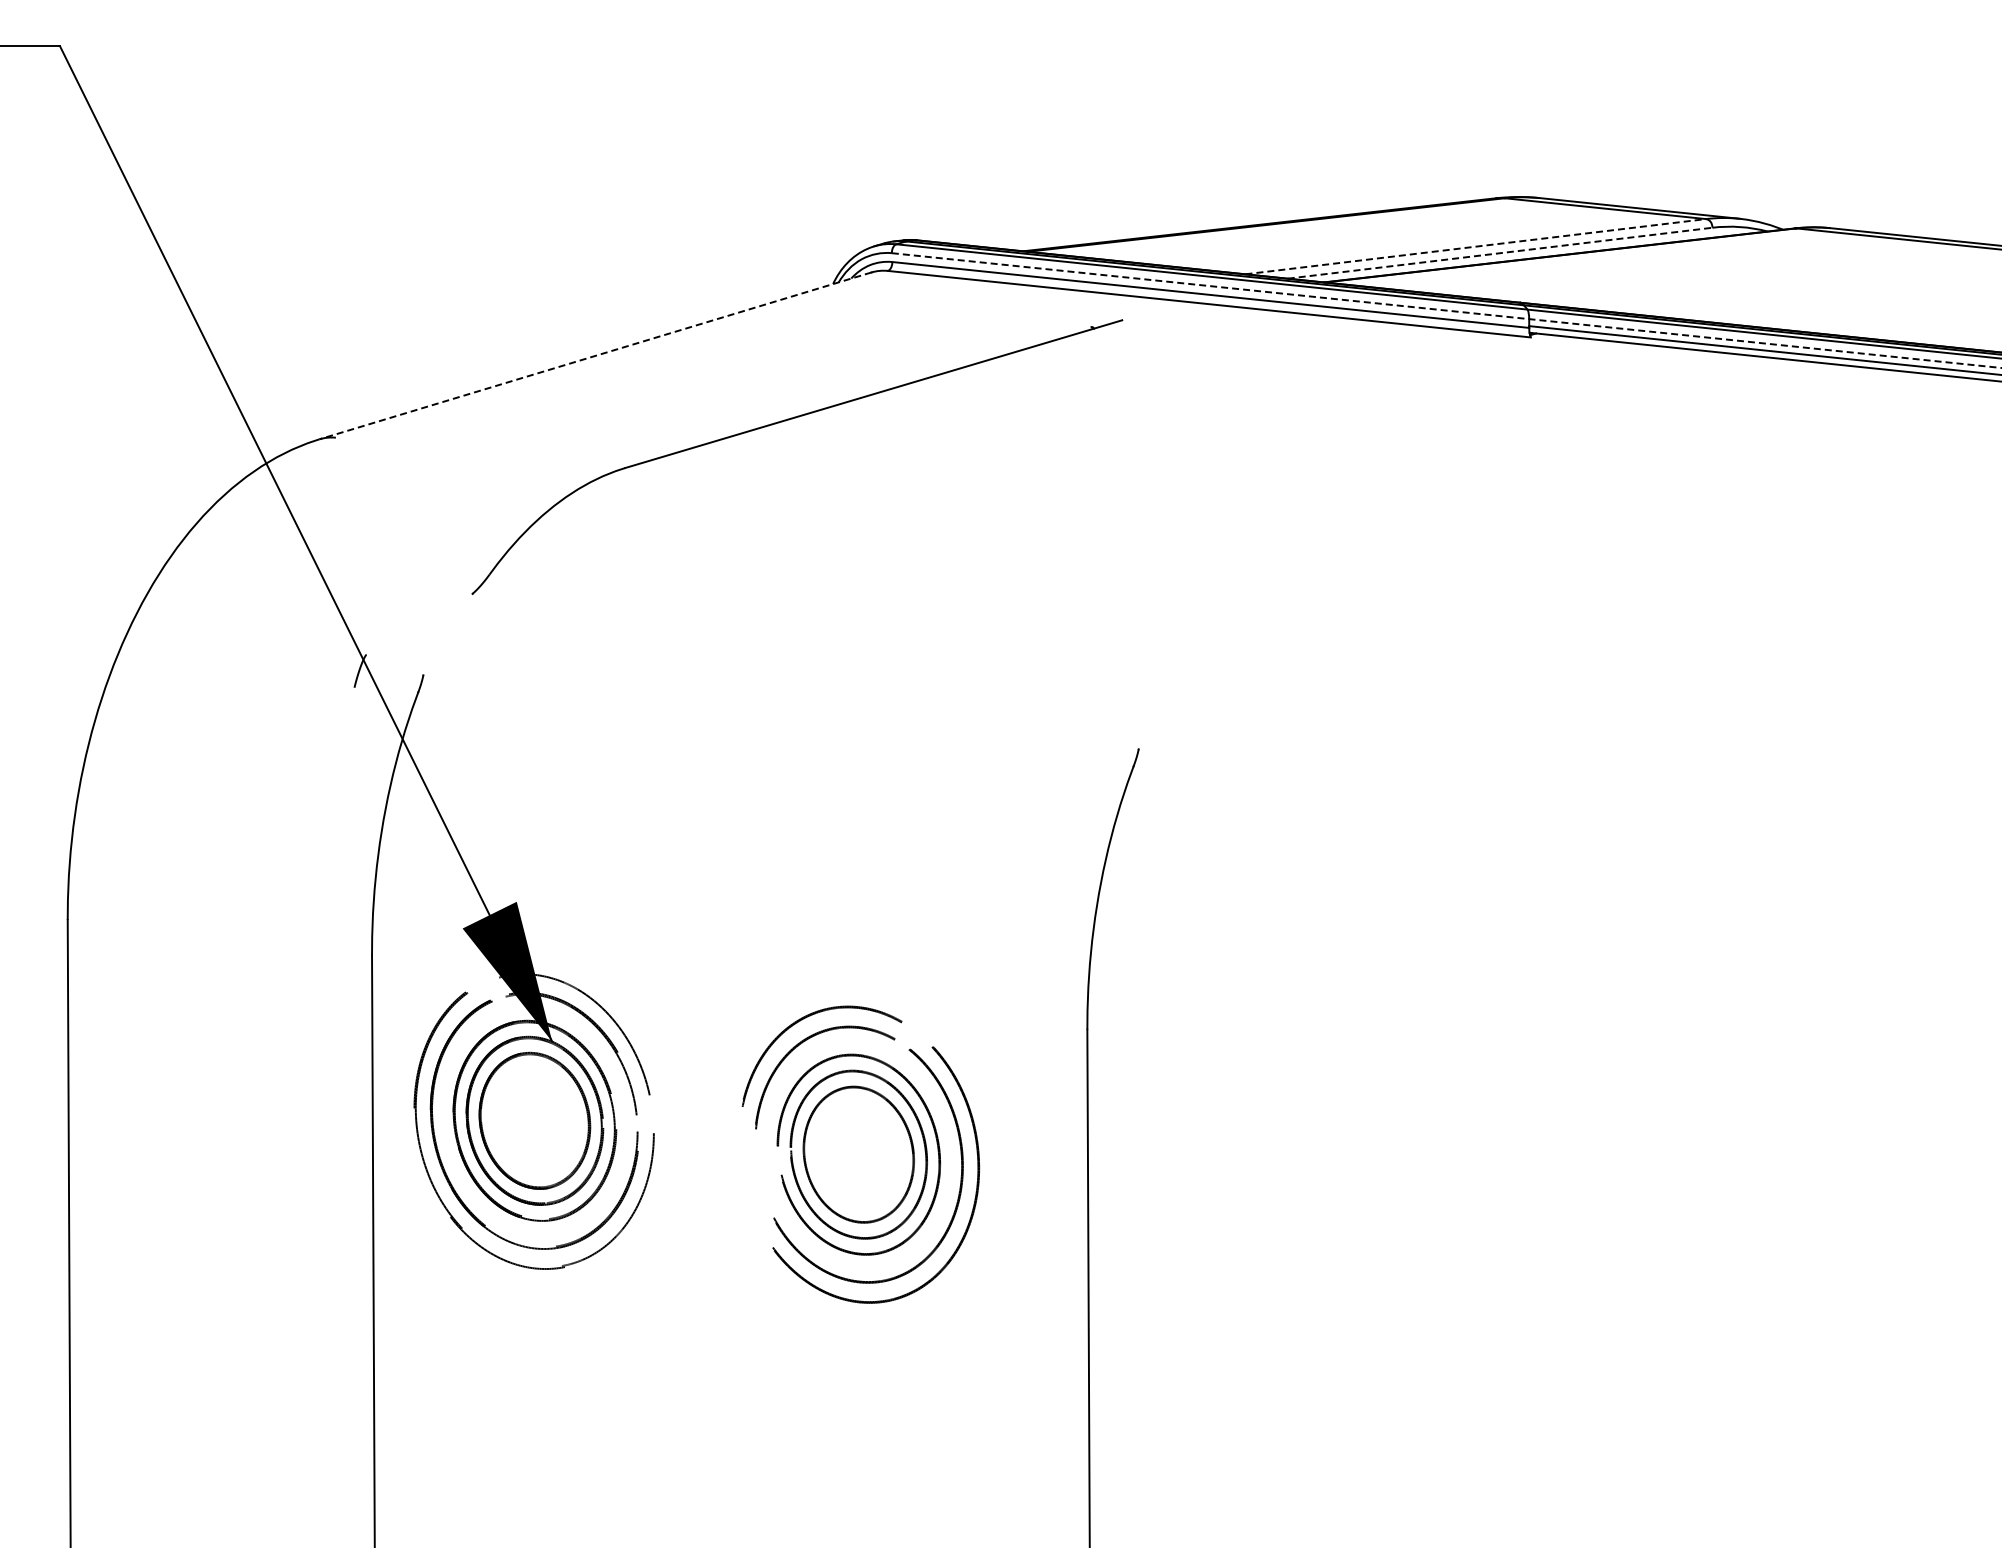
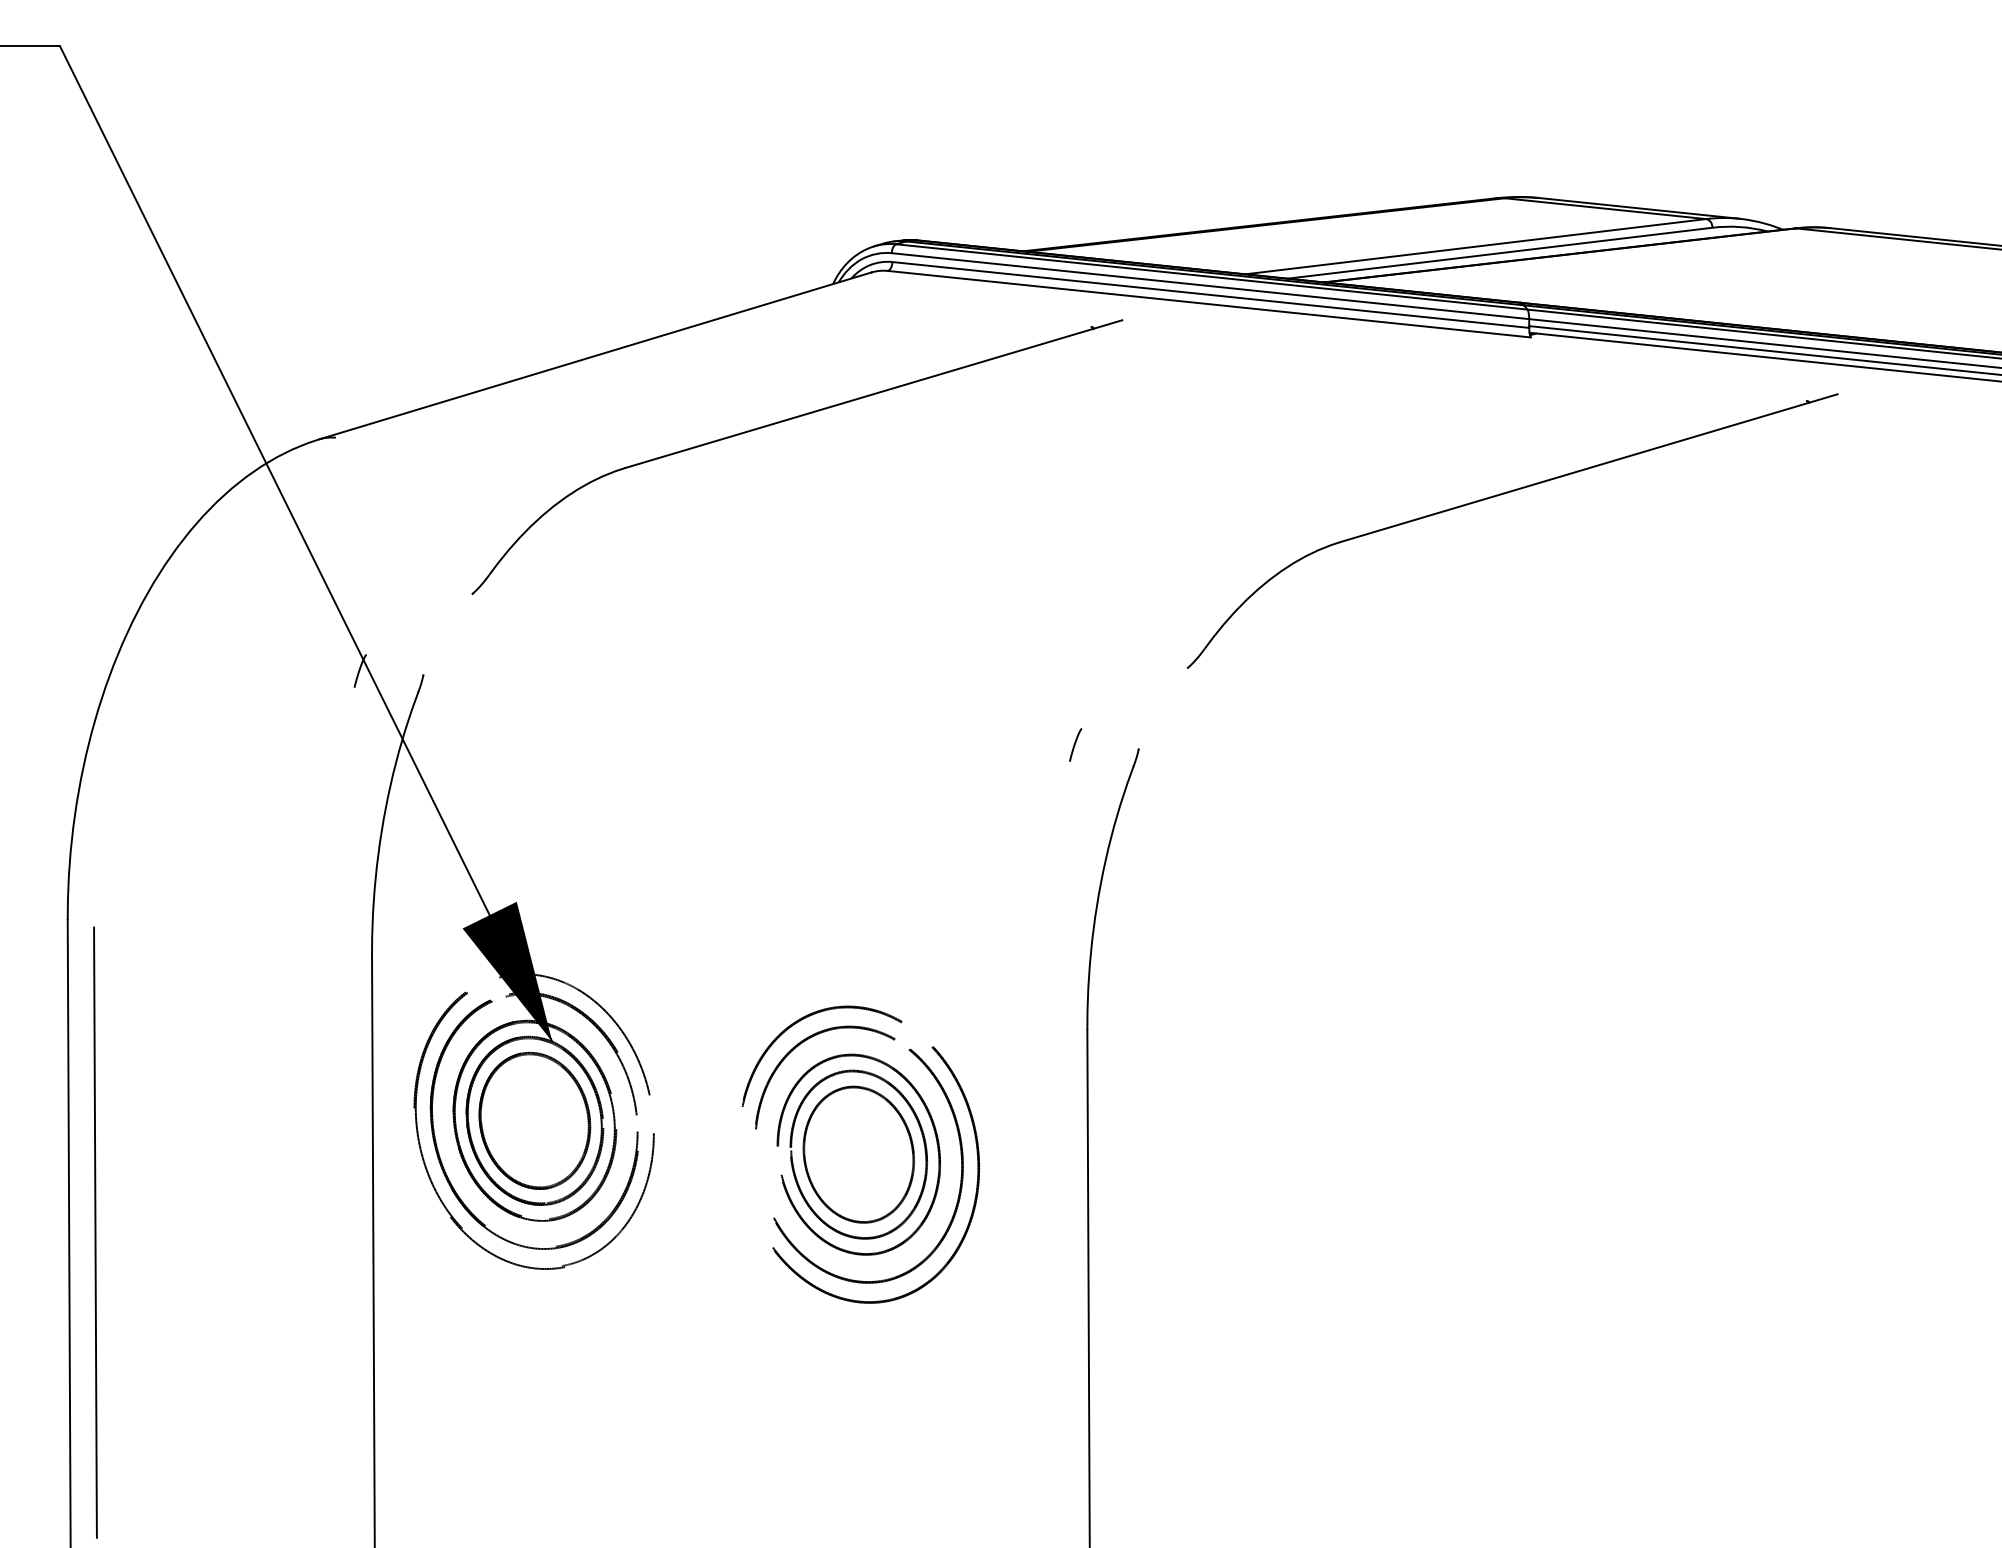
line at (1475, 246): dashed -> solid
line at (1500, 253): dashed -> solid
line at (1446, 310): dashed -> solid
line at (595, 356): dashed -> solid
part at (1501, 495): none -> present
curve at (1075, 744): none -> present
line at (95, 1232): none -> present
